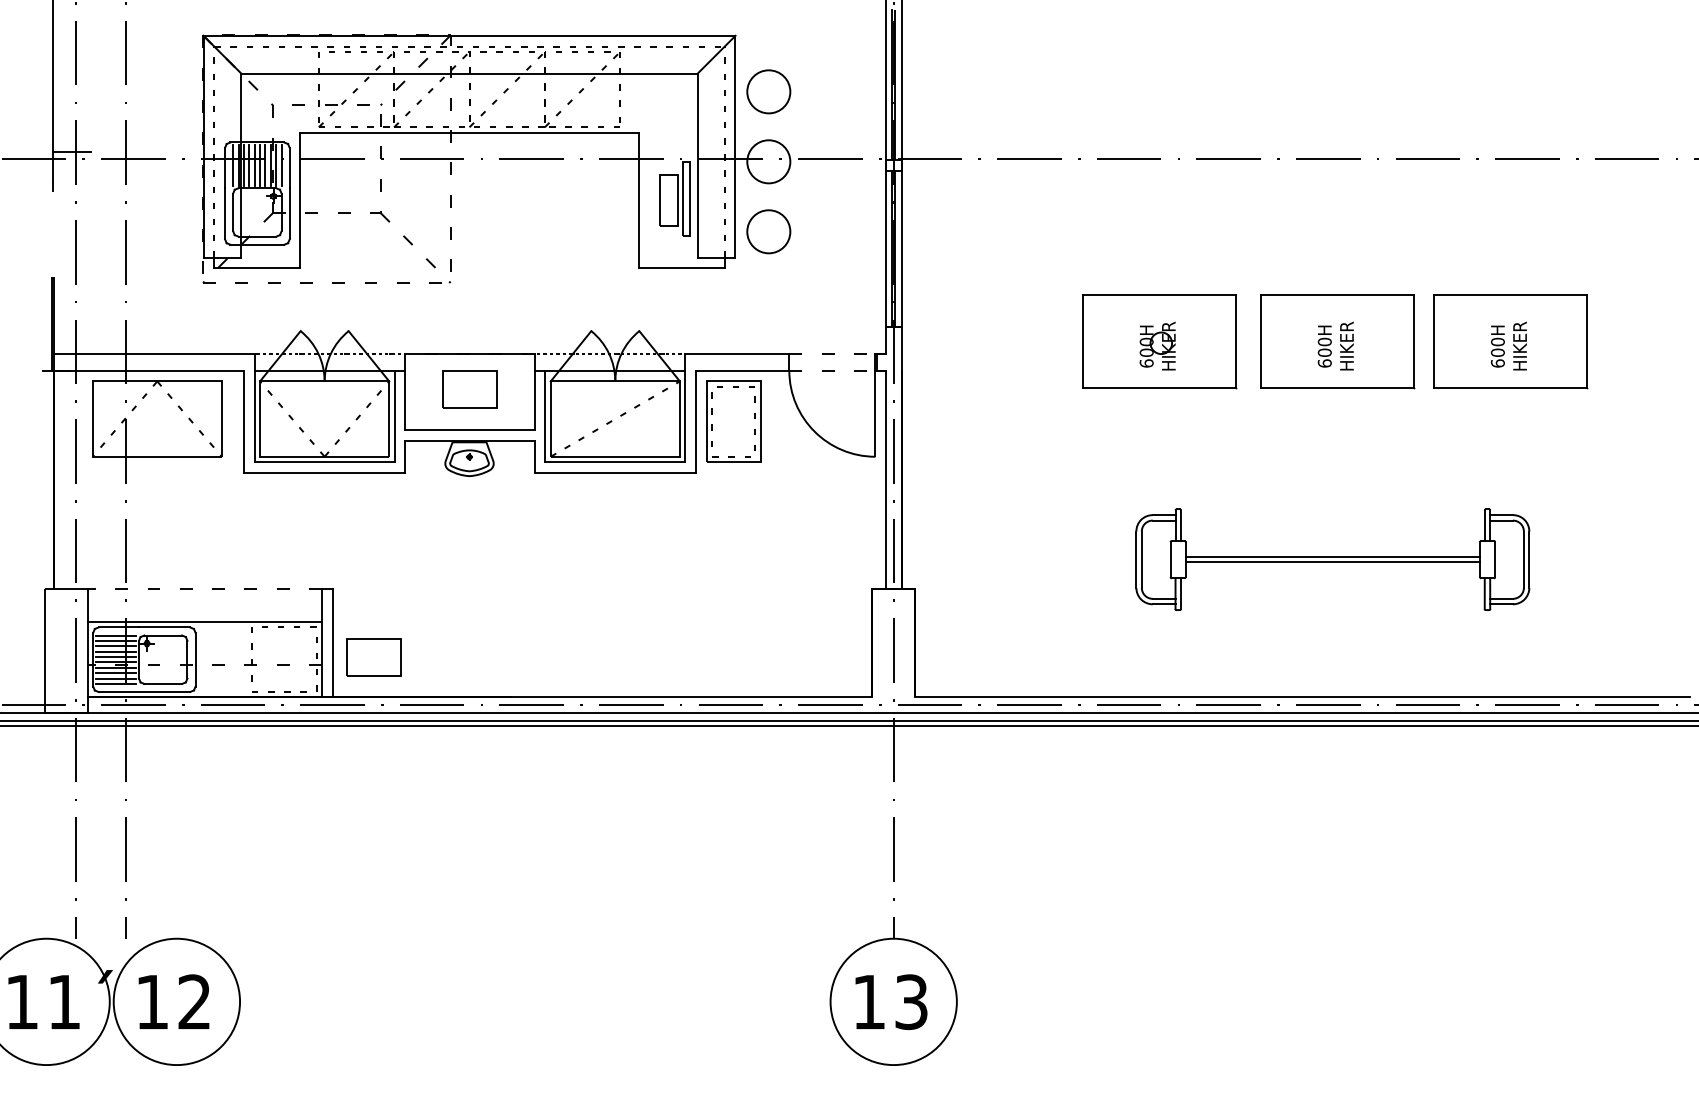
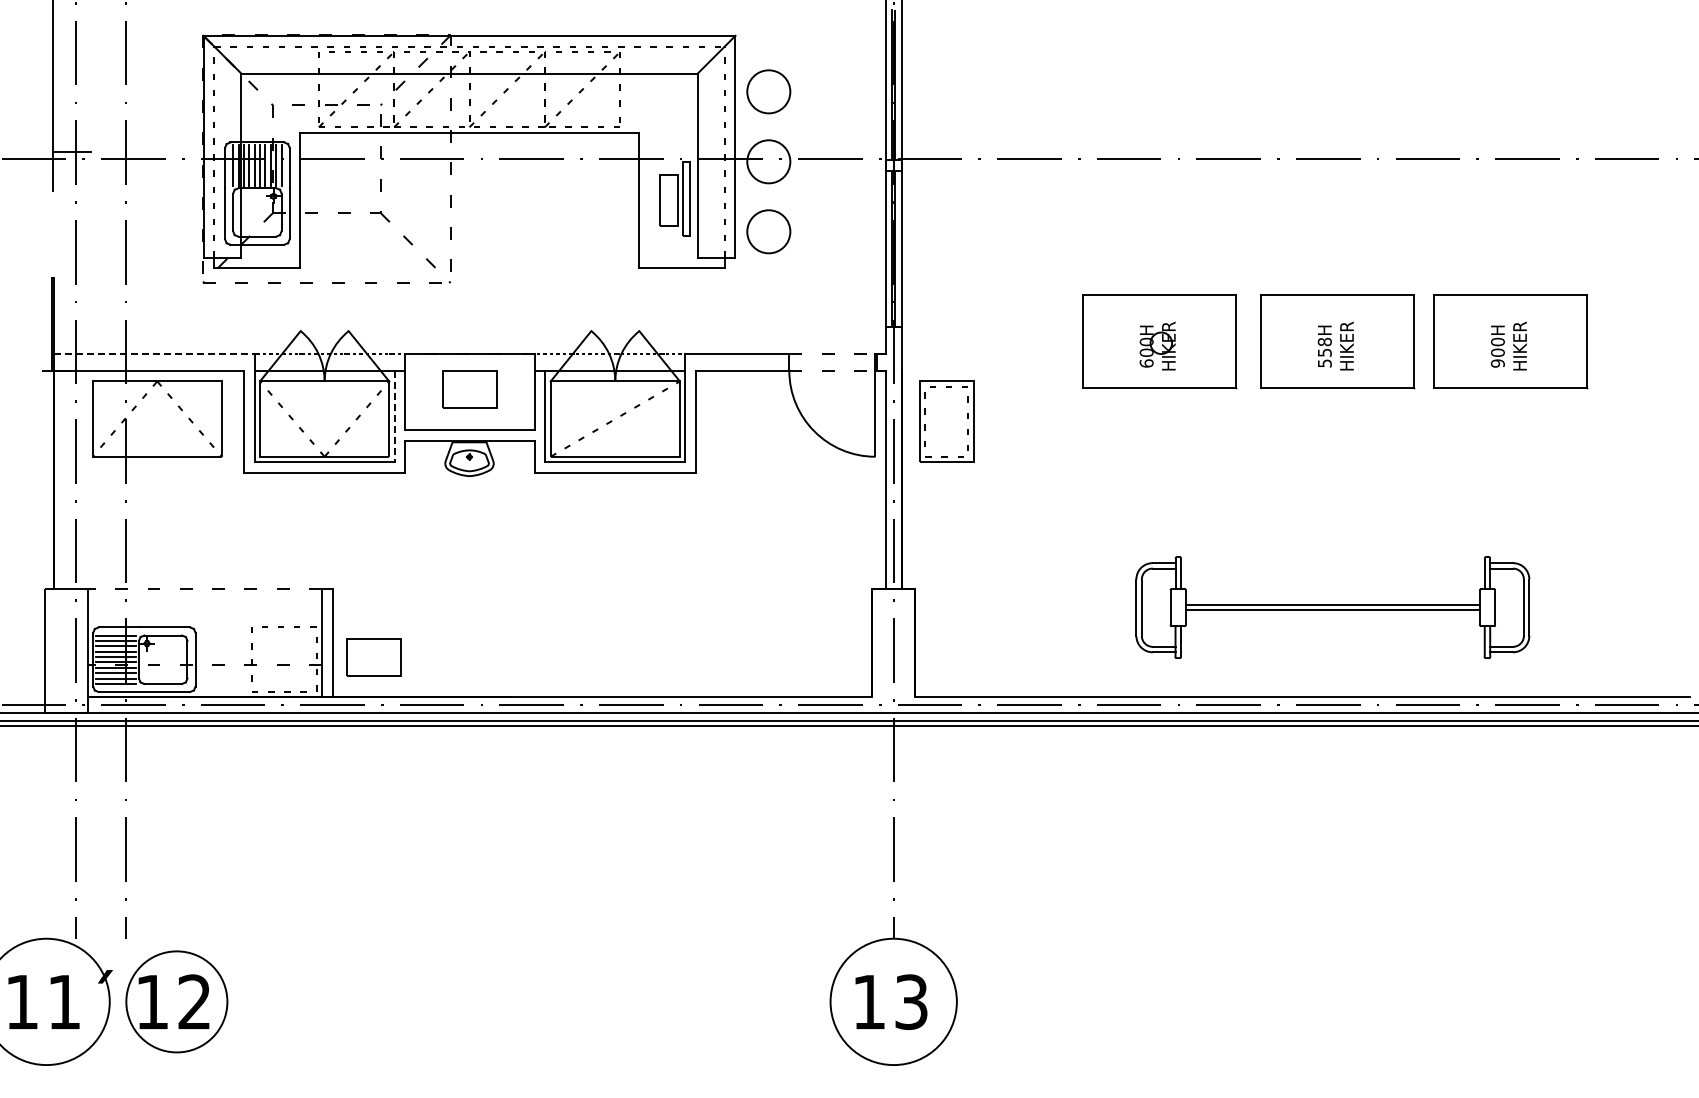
text at (1324, 352): 600H -> 558H
line at (154, 354): solid -> dashed
text at (1497, 363): 600H -> 900H
line at (394, 416): solid -> dashed
part at (733, 421) position: (733, 421) -> (946, 421)
part at (1332, 559) position: (1332, 559) -> (1332, 607)
line at (204, 621): present -> none
circle at (176, 1001) diameter: 126 px -> 101 px
